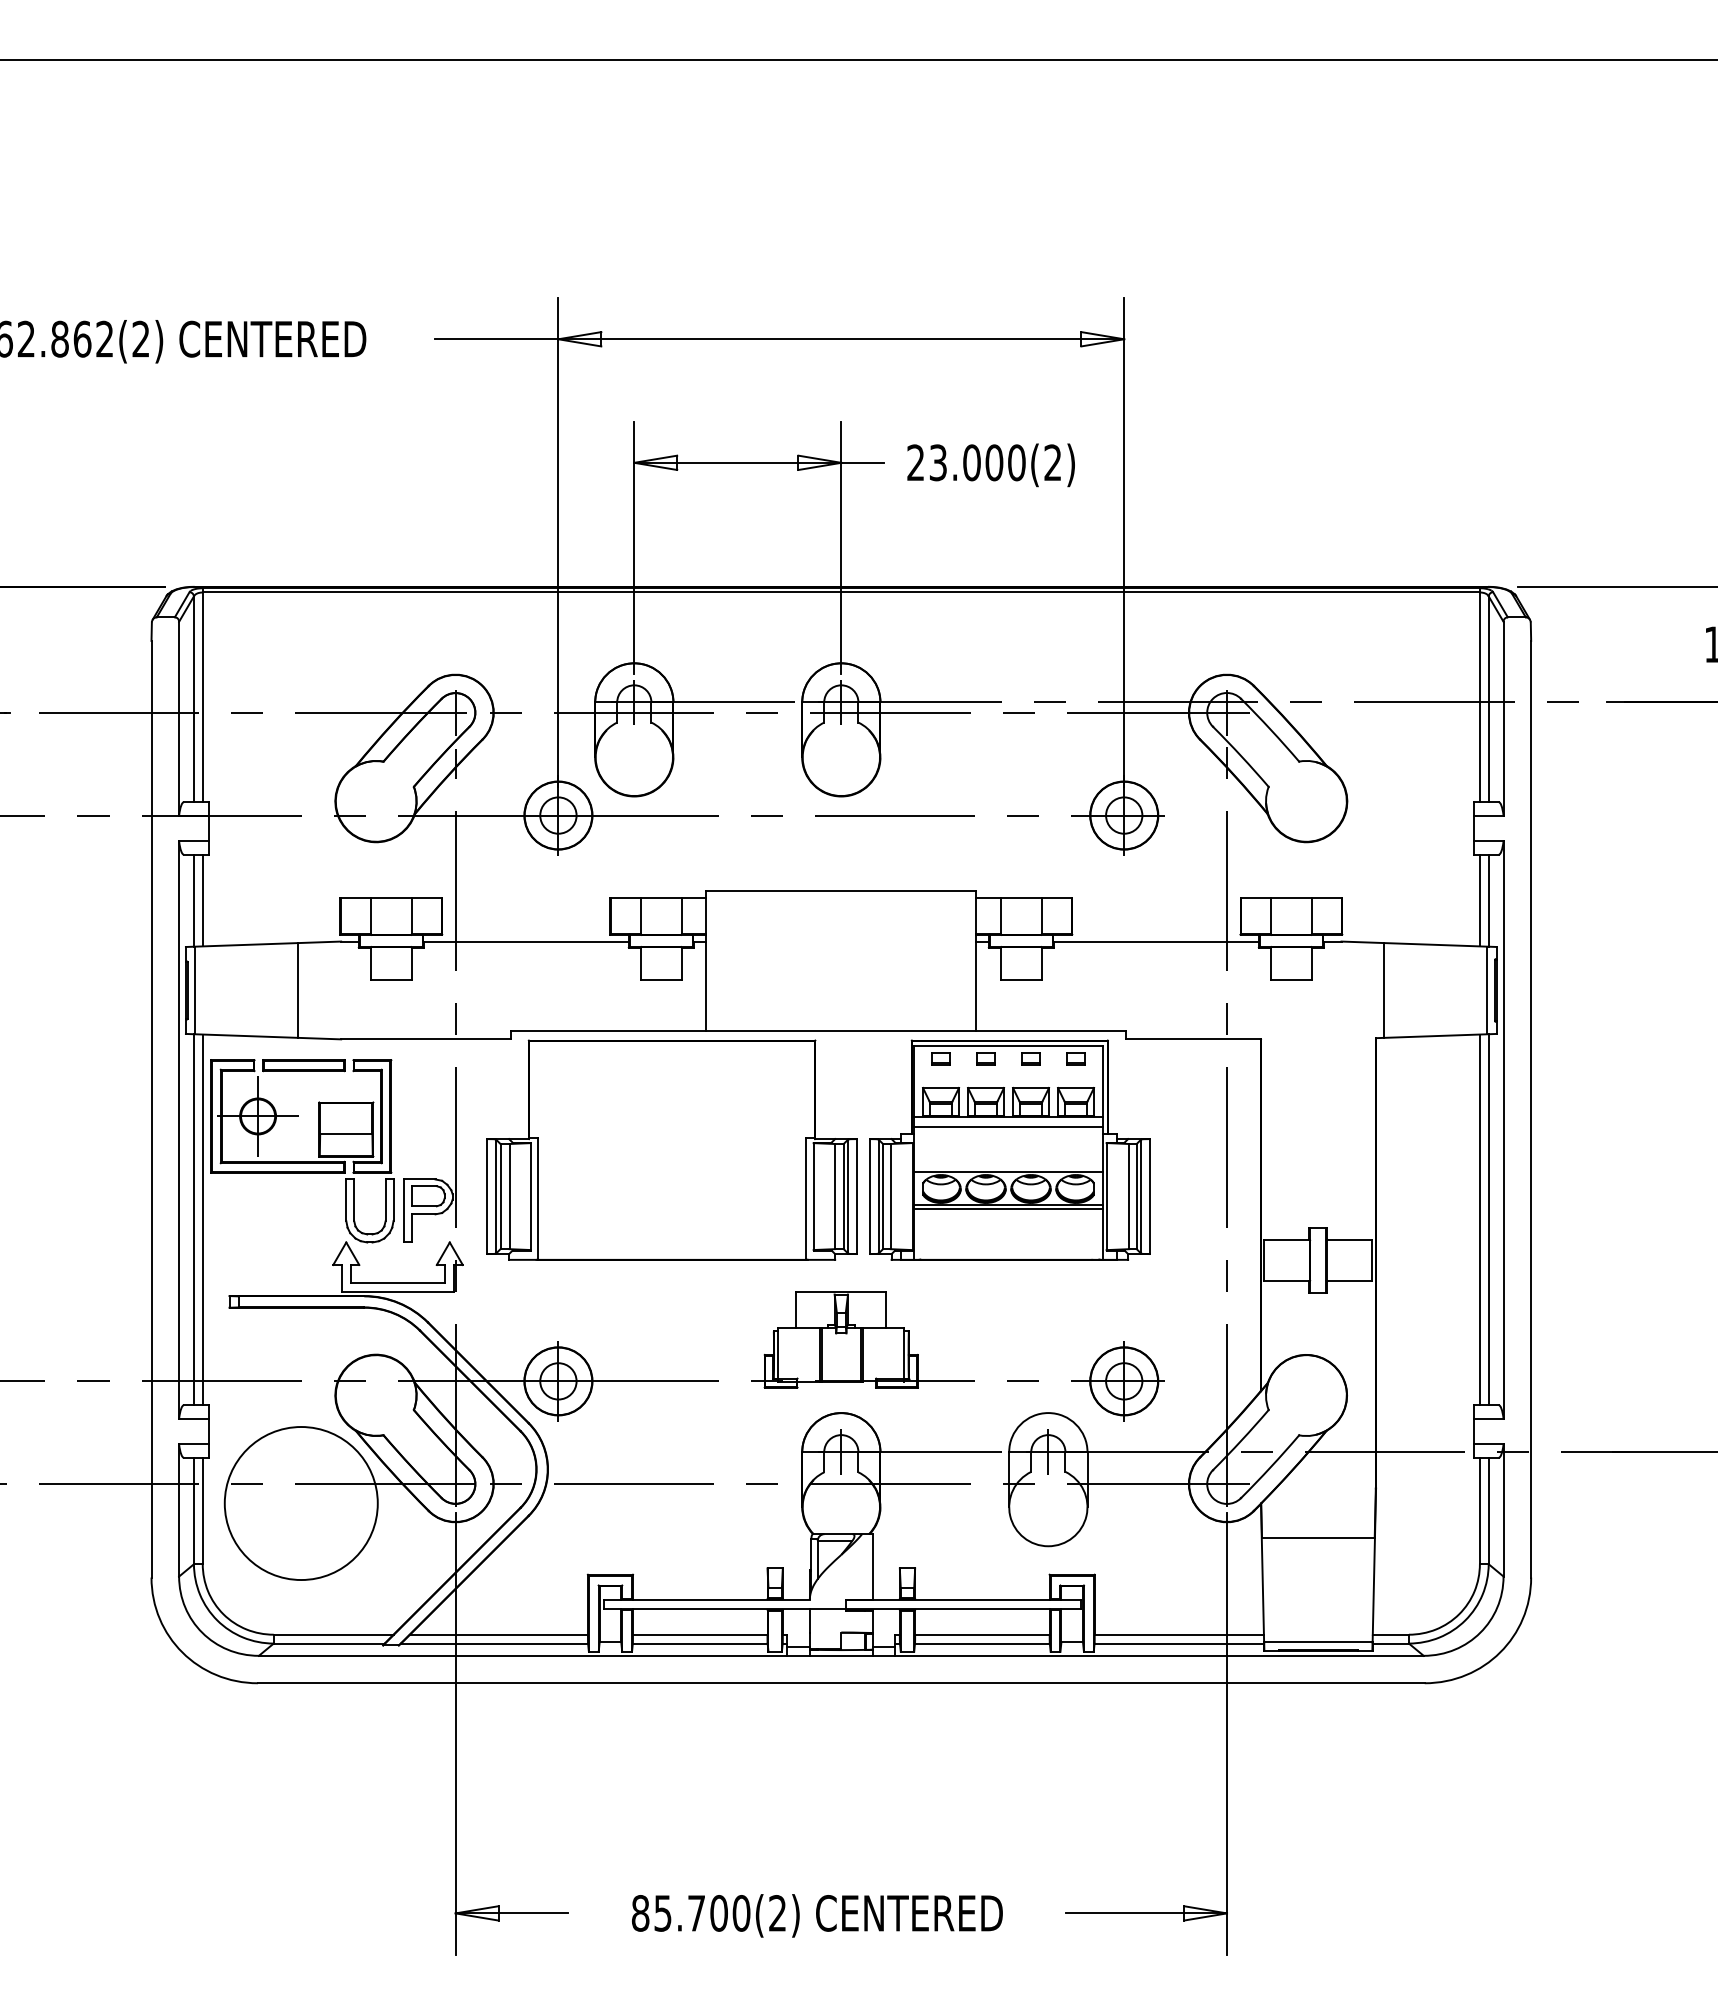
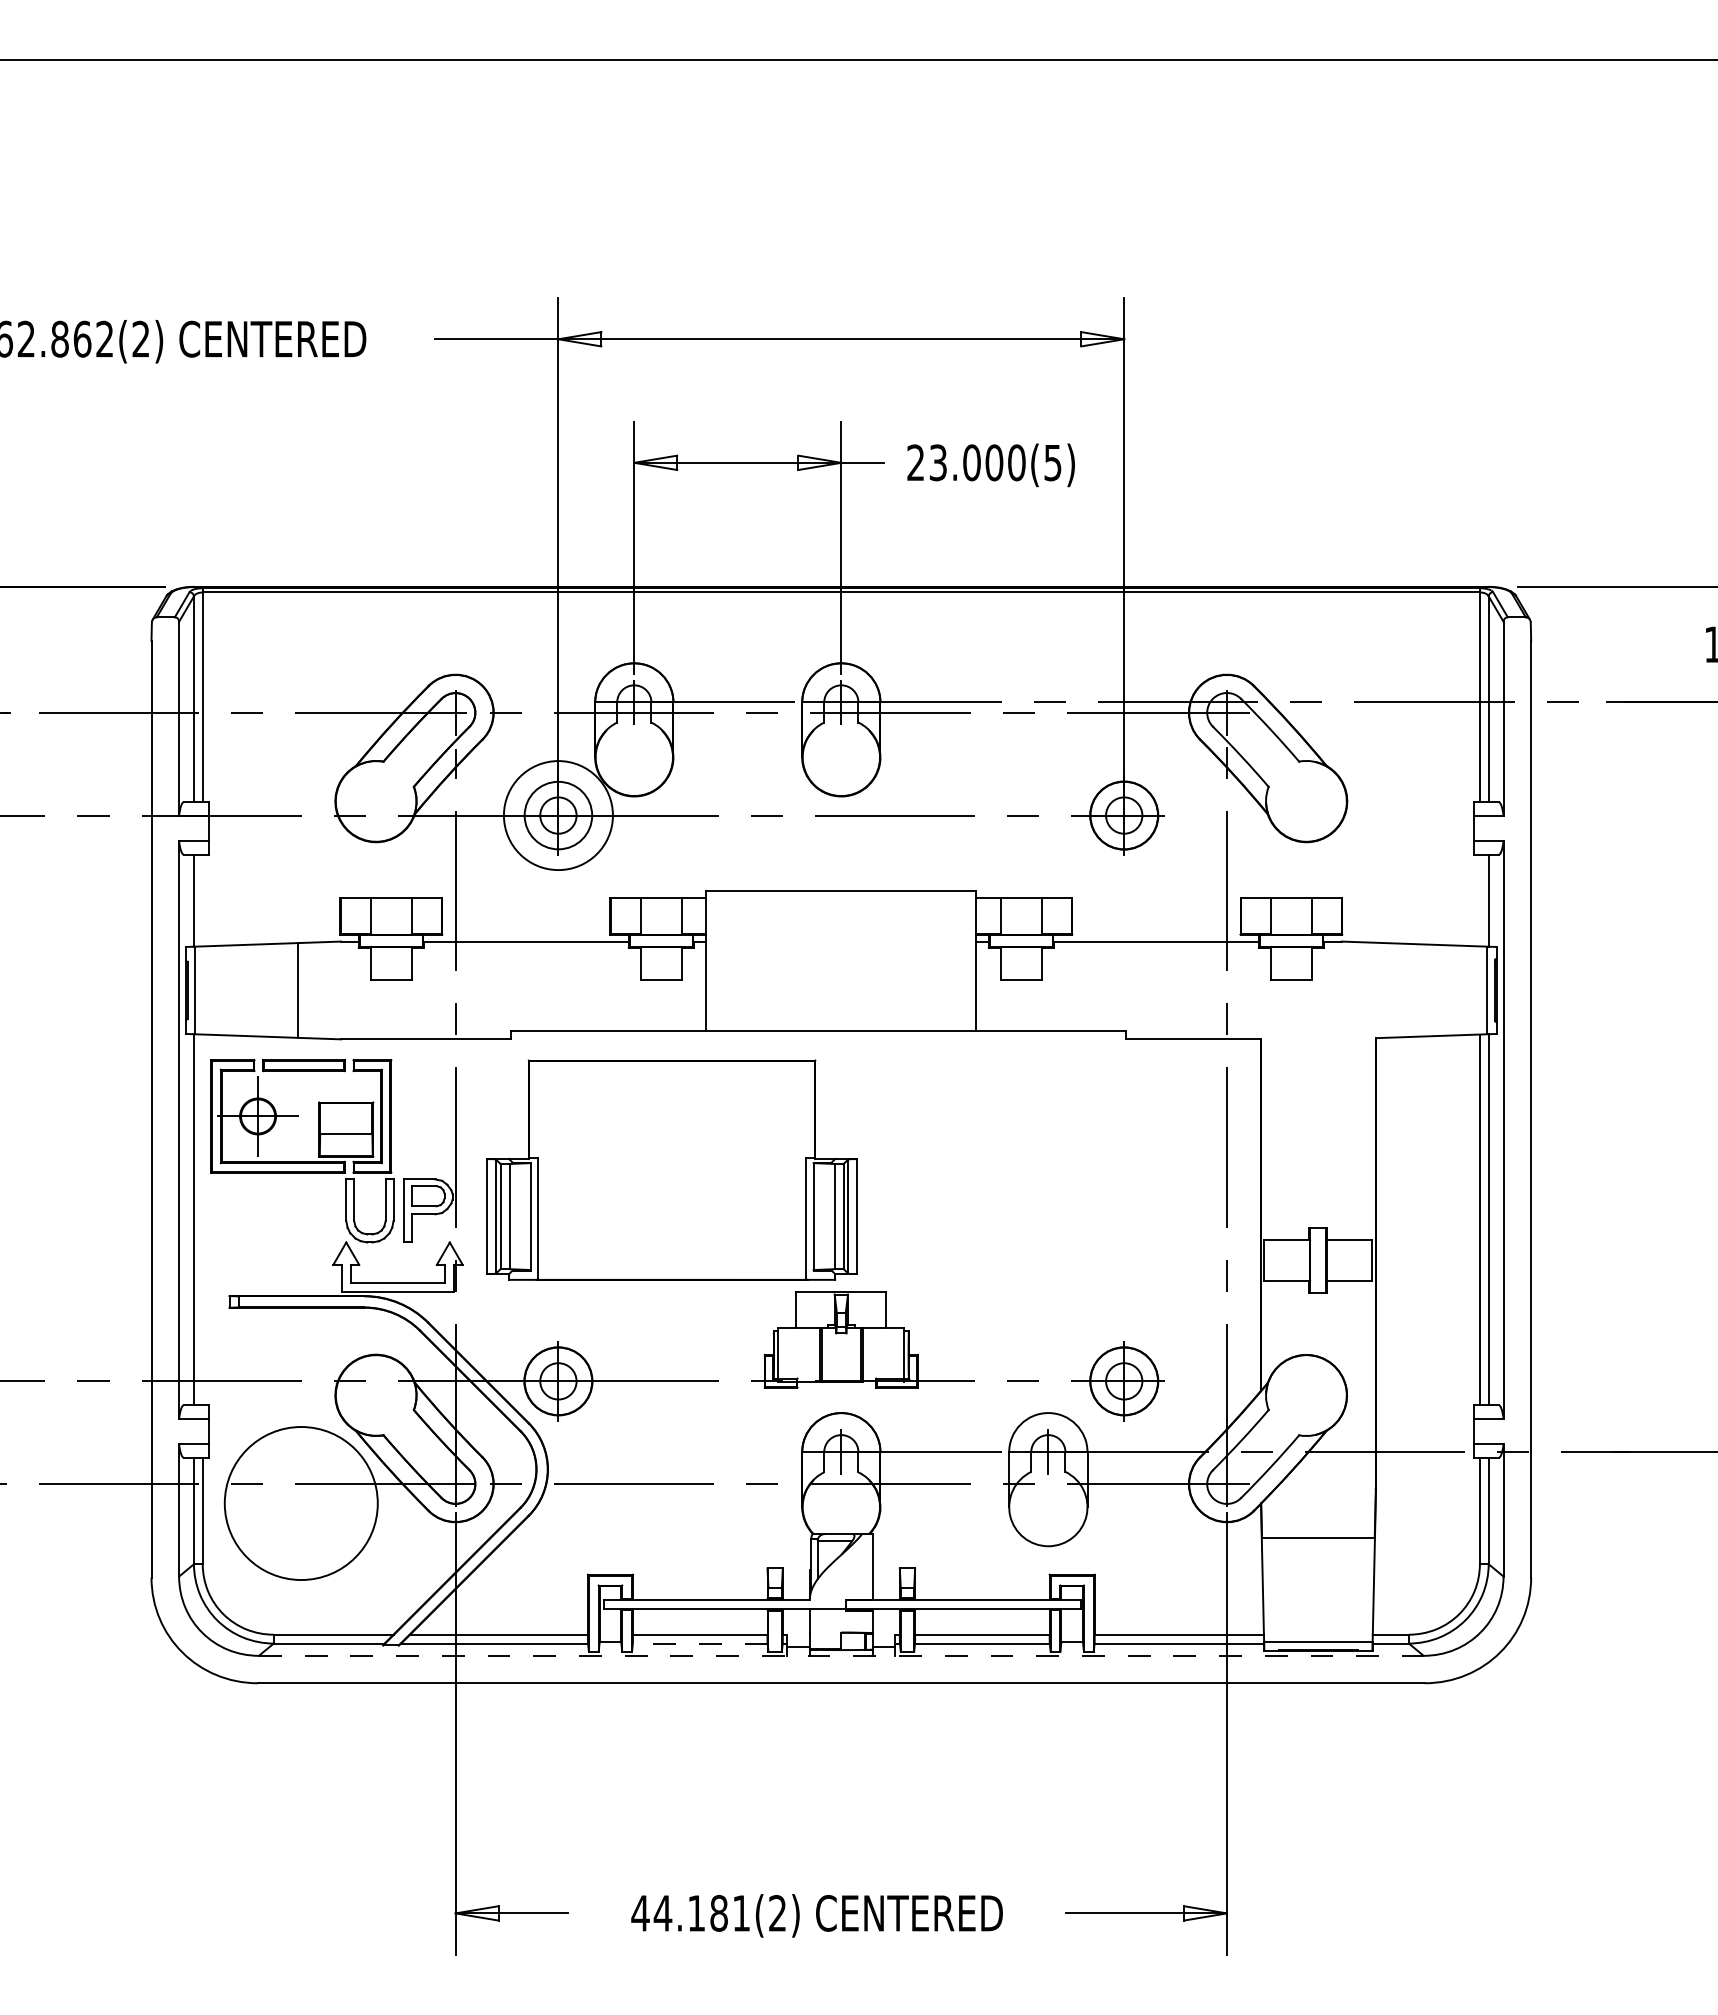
text at (1052, 462): 23.000(2) -> 23.000(5)
circle at (558, 815) diameter: 68 px -> 109 px
line at (202, 900): present -> none
line at (1479, 900): present -> none
line at (1384, 990): present -> none
part at (671, 1149) position: (671, 1149) -> (671, 1169)
part at (1009, 1149): present -> none
line at (202, 1219): present -> none
line at (699, 1643): solid -> dashed
line at (841, 1655): solid -> dashed
text at (690, 1913): 85.700(2) -> 44.181(2)
